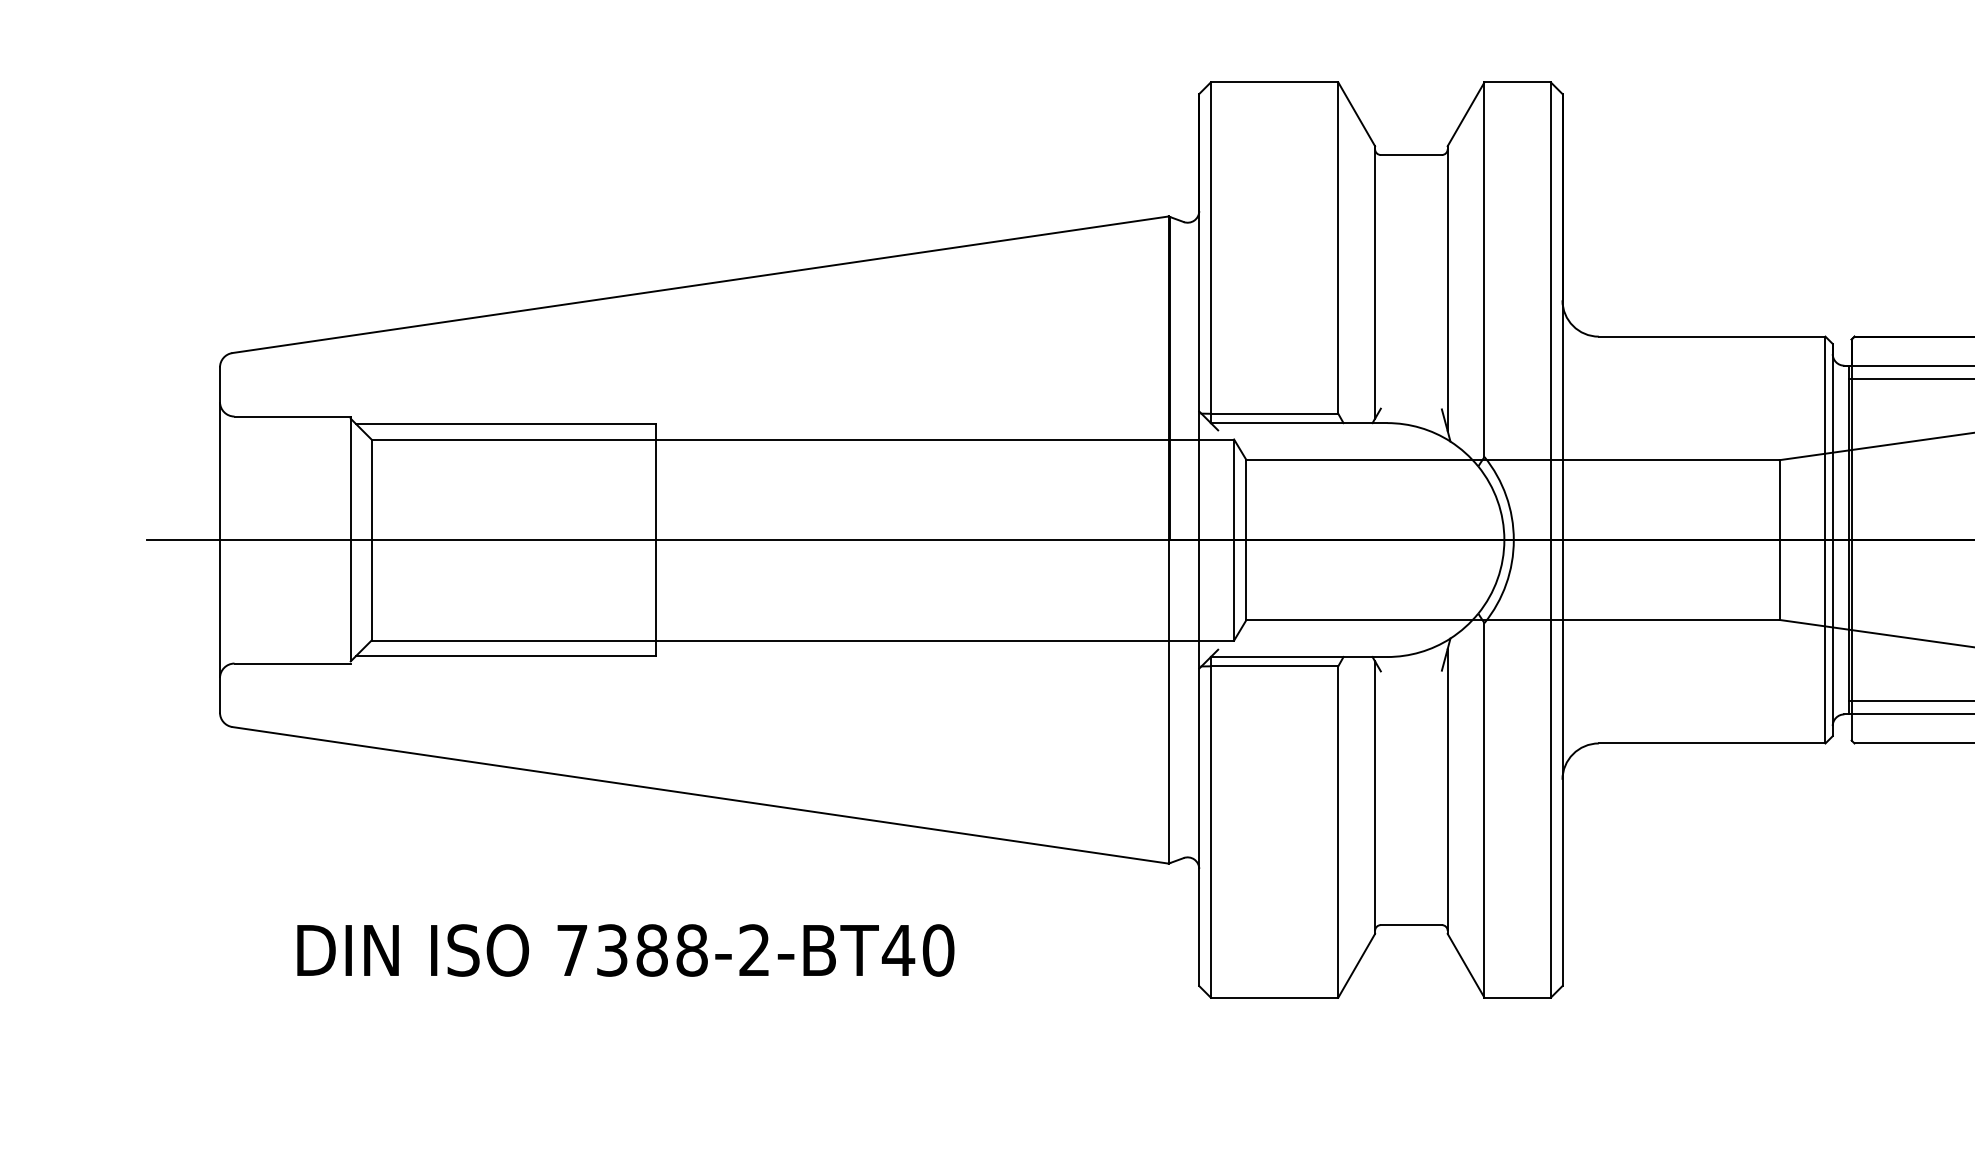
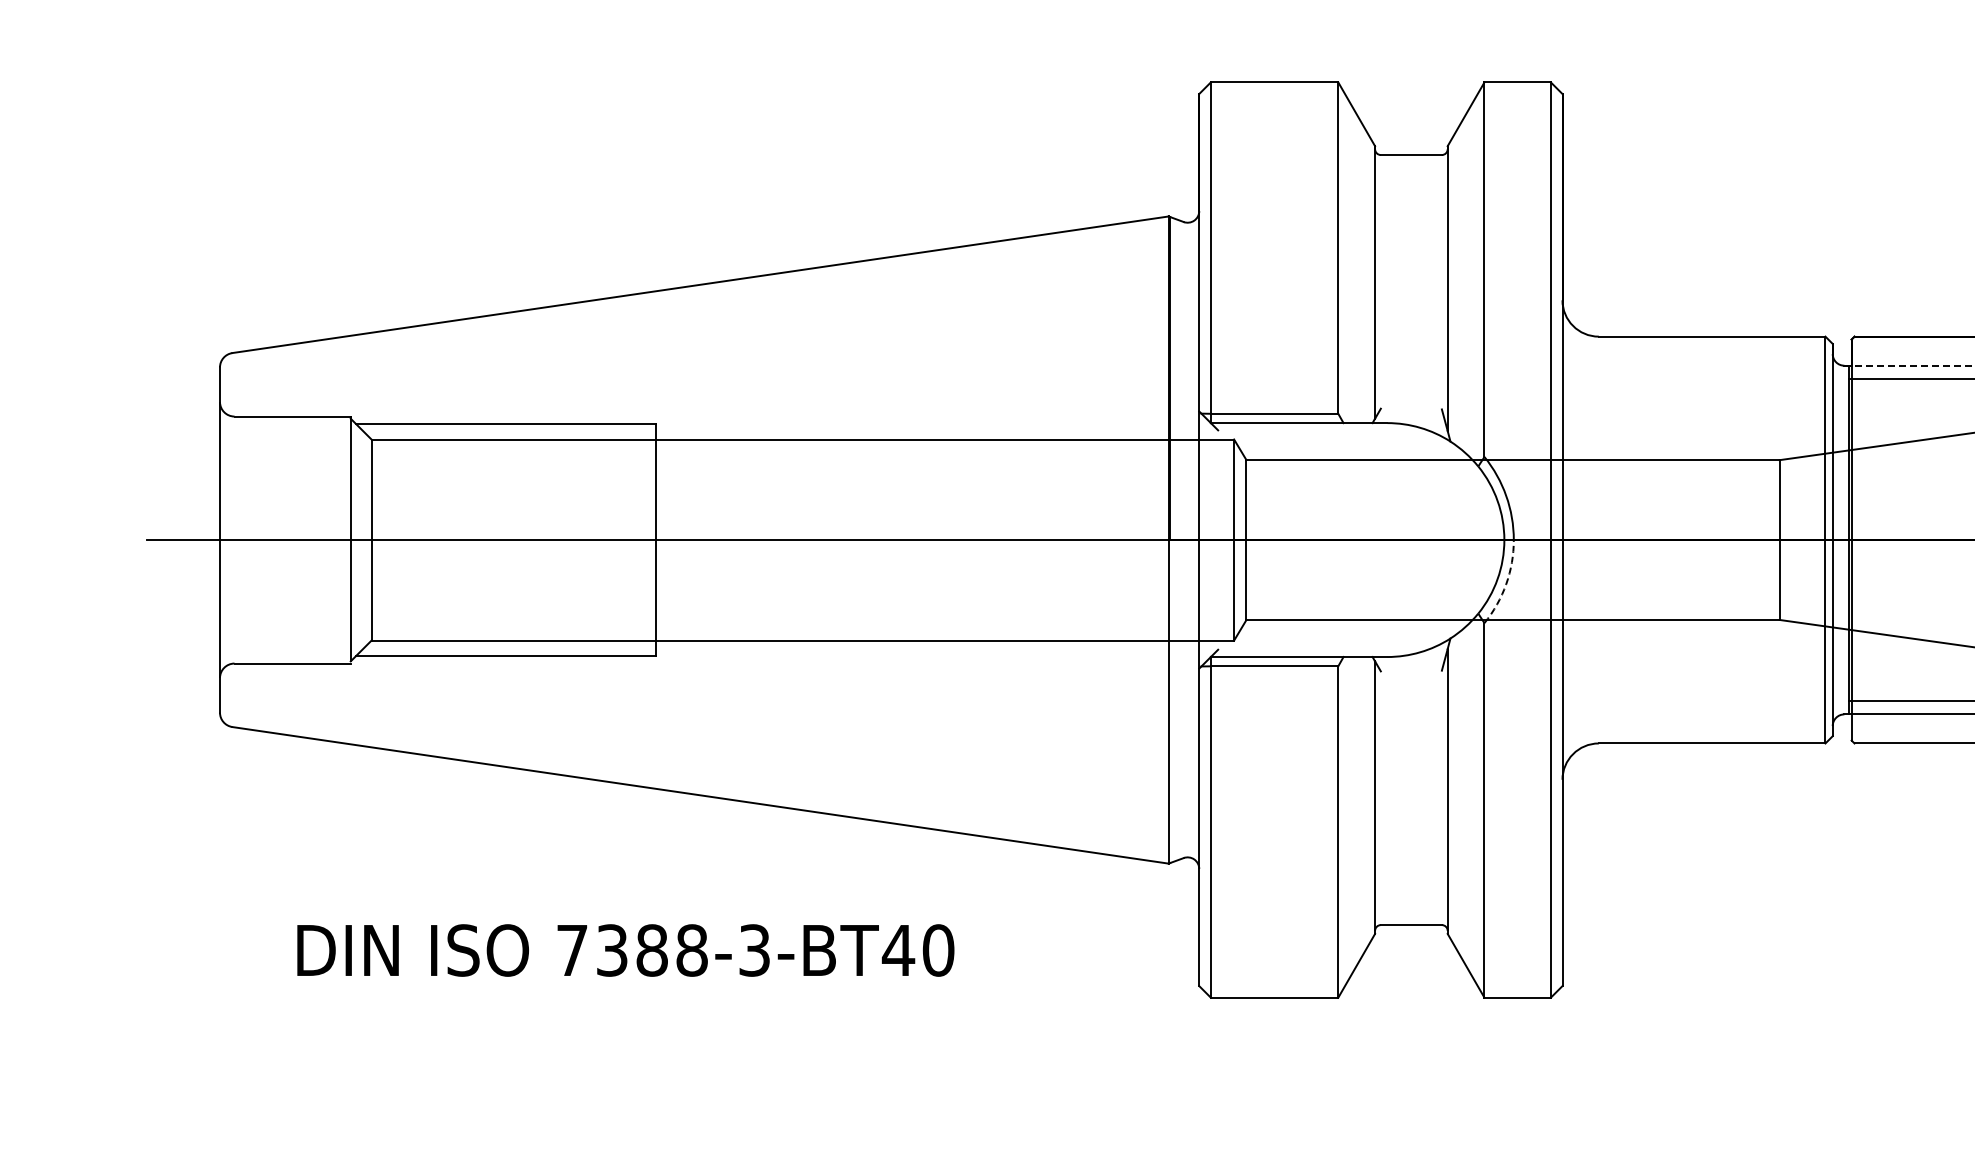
line at (1909, 365): solid -> dashed
arc at (1506, 584): solid -> dashed
text at (754, 950): 7388-2-BT40 -> 7388-3-BT40
